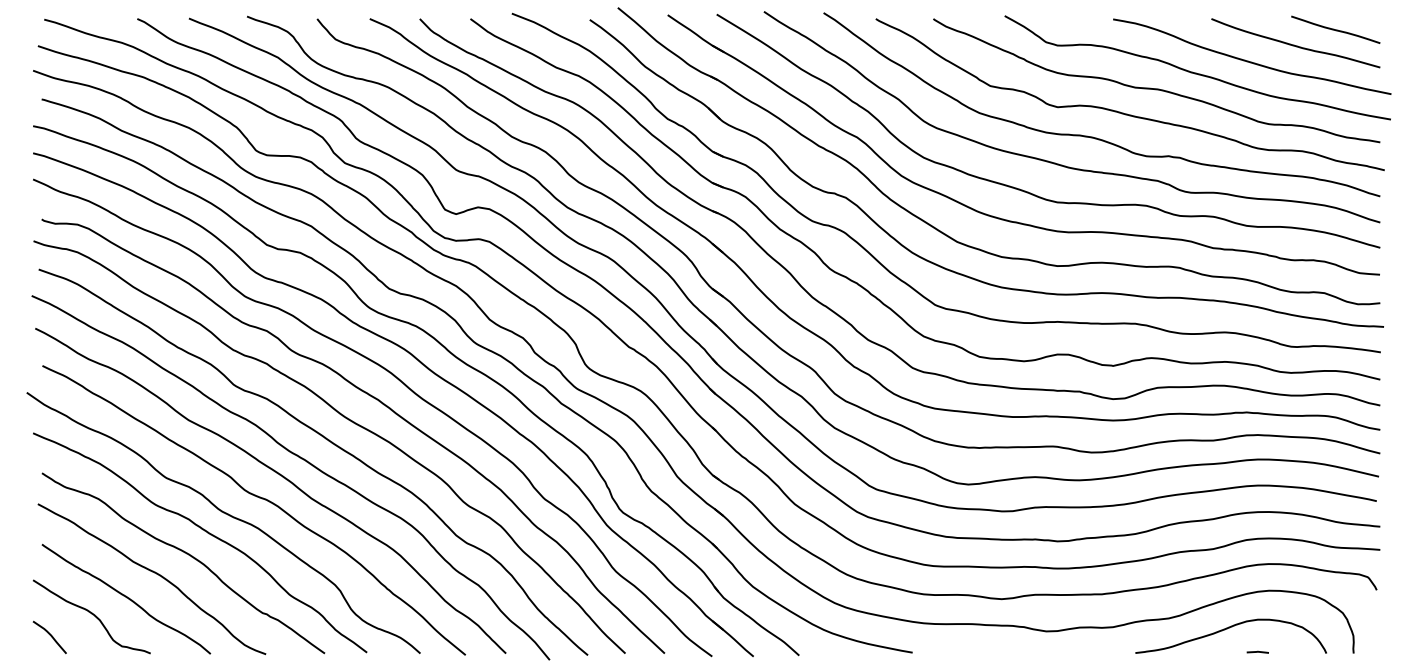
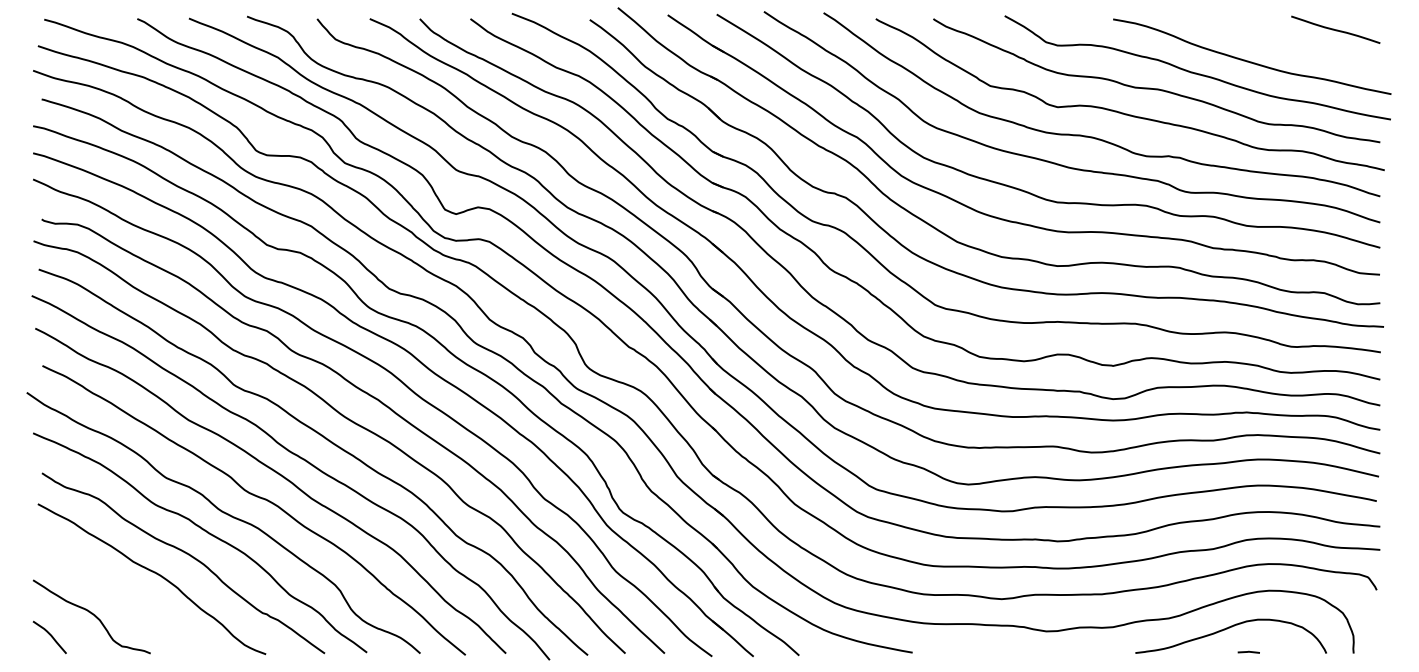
curve at (1294, 44): present -> none
curve at (126, 598): present -> none
line at (1257, 651) position: (1257, 651) -> (1248, 651)
